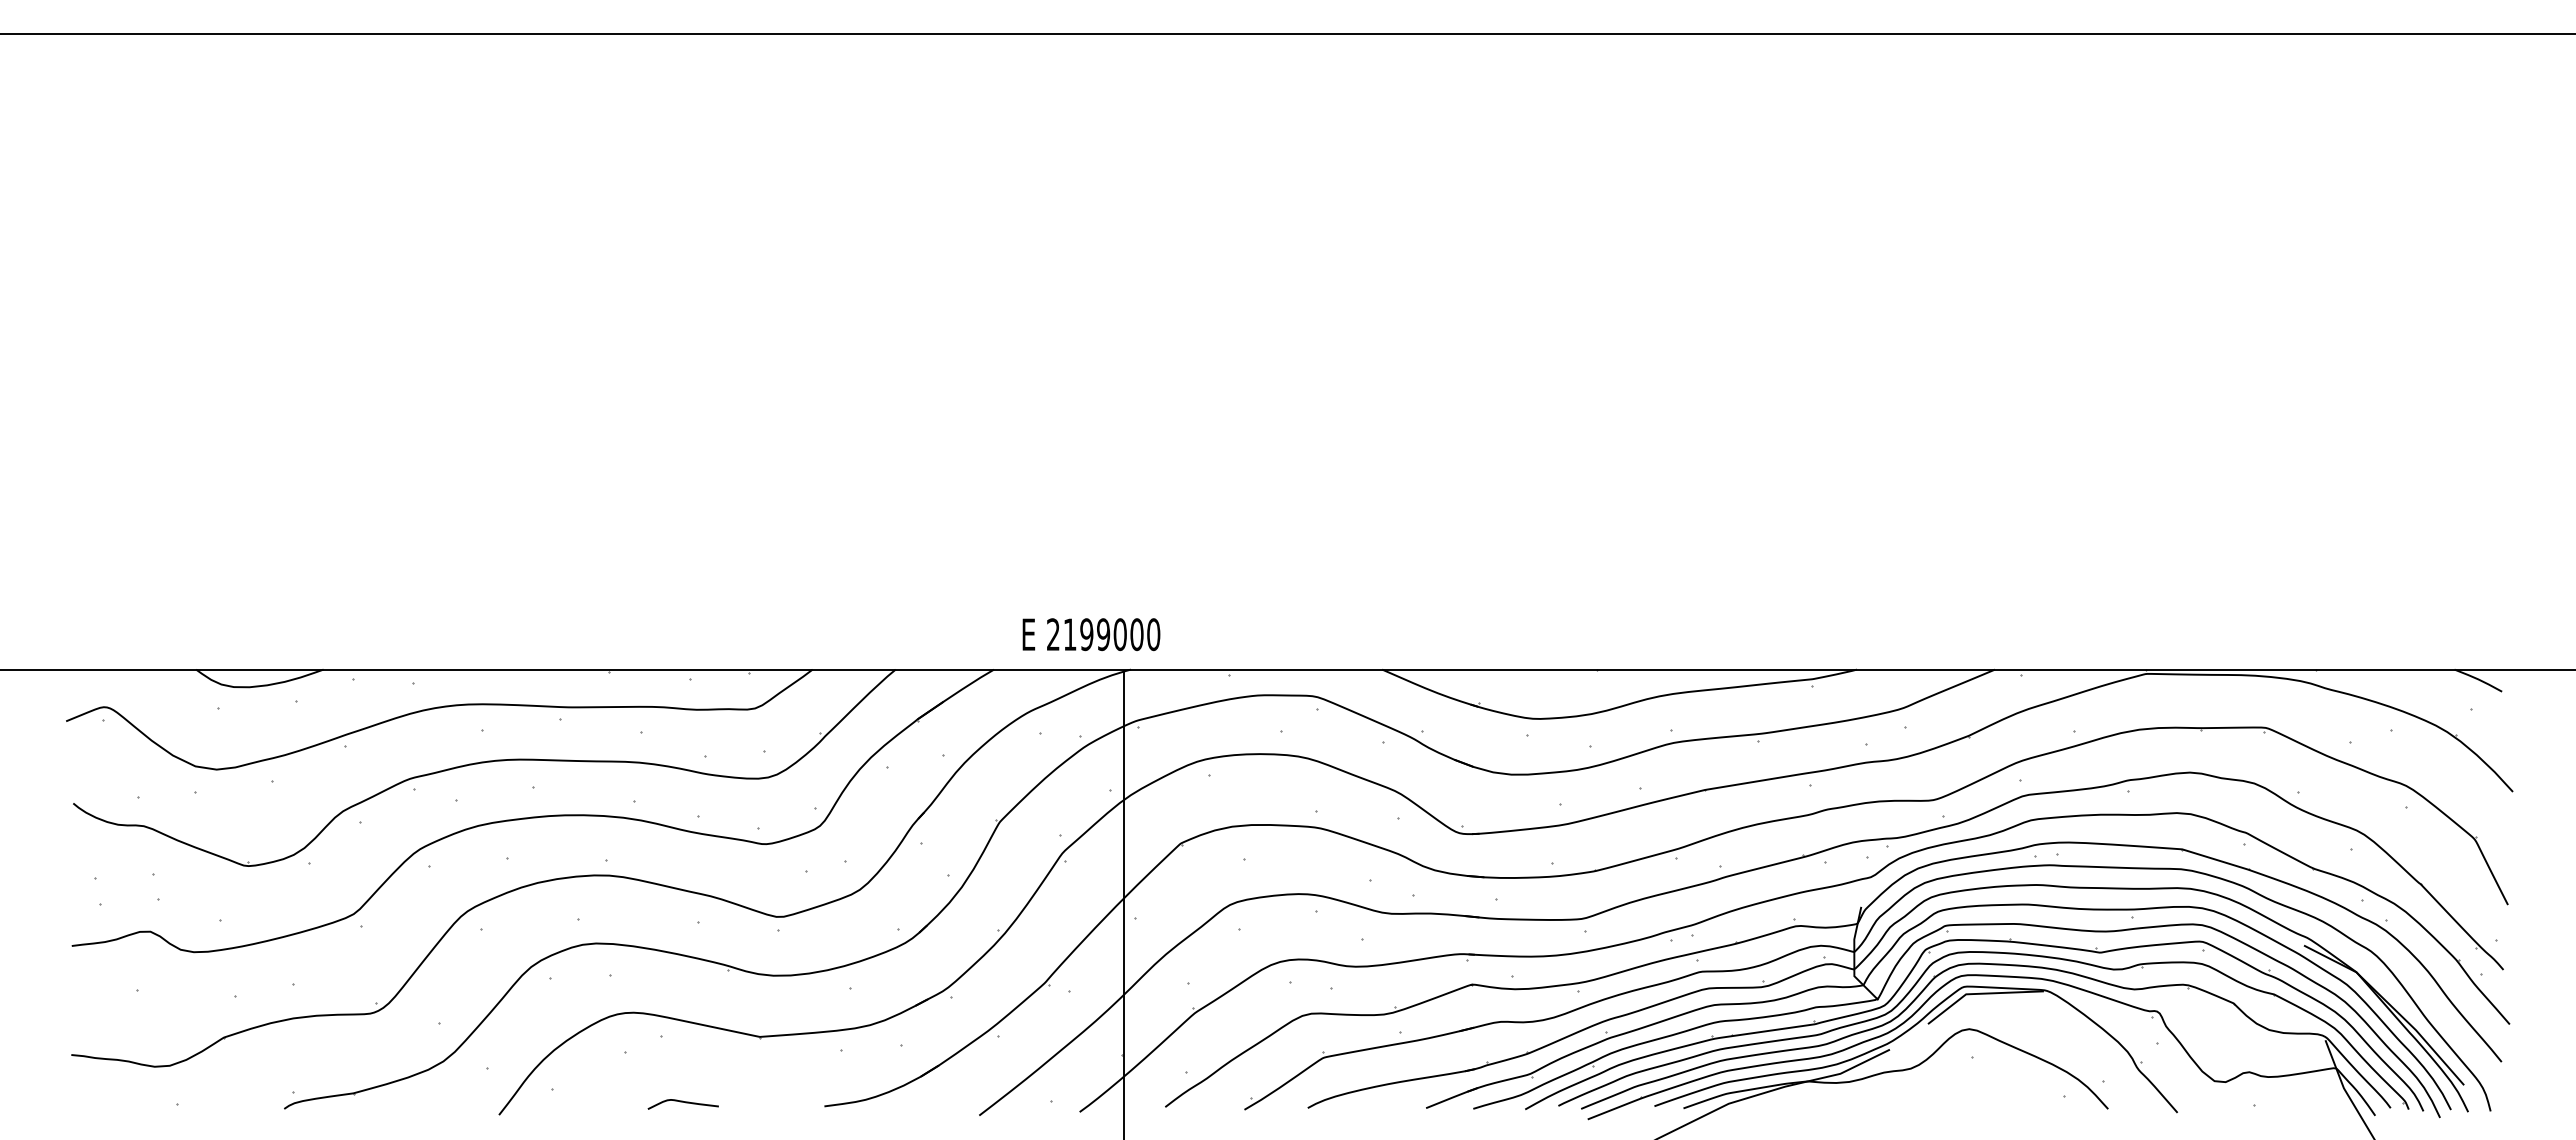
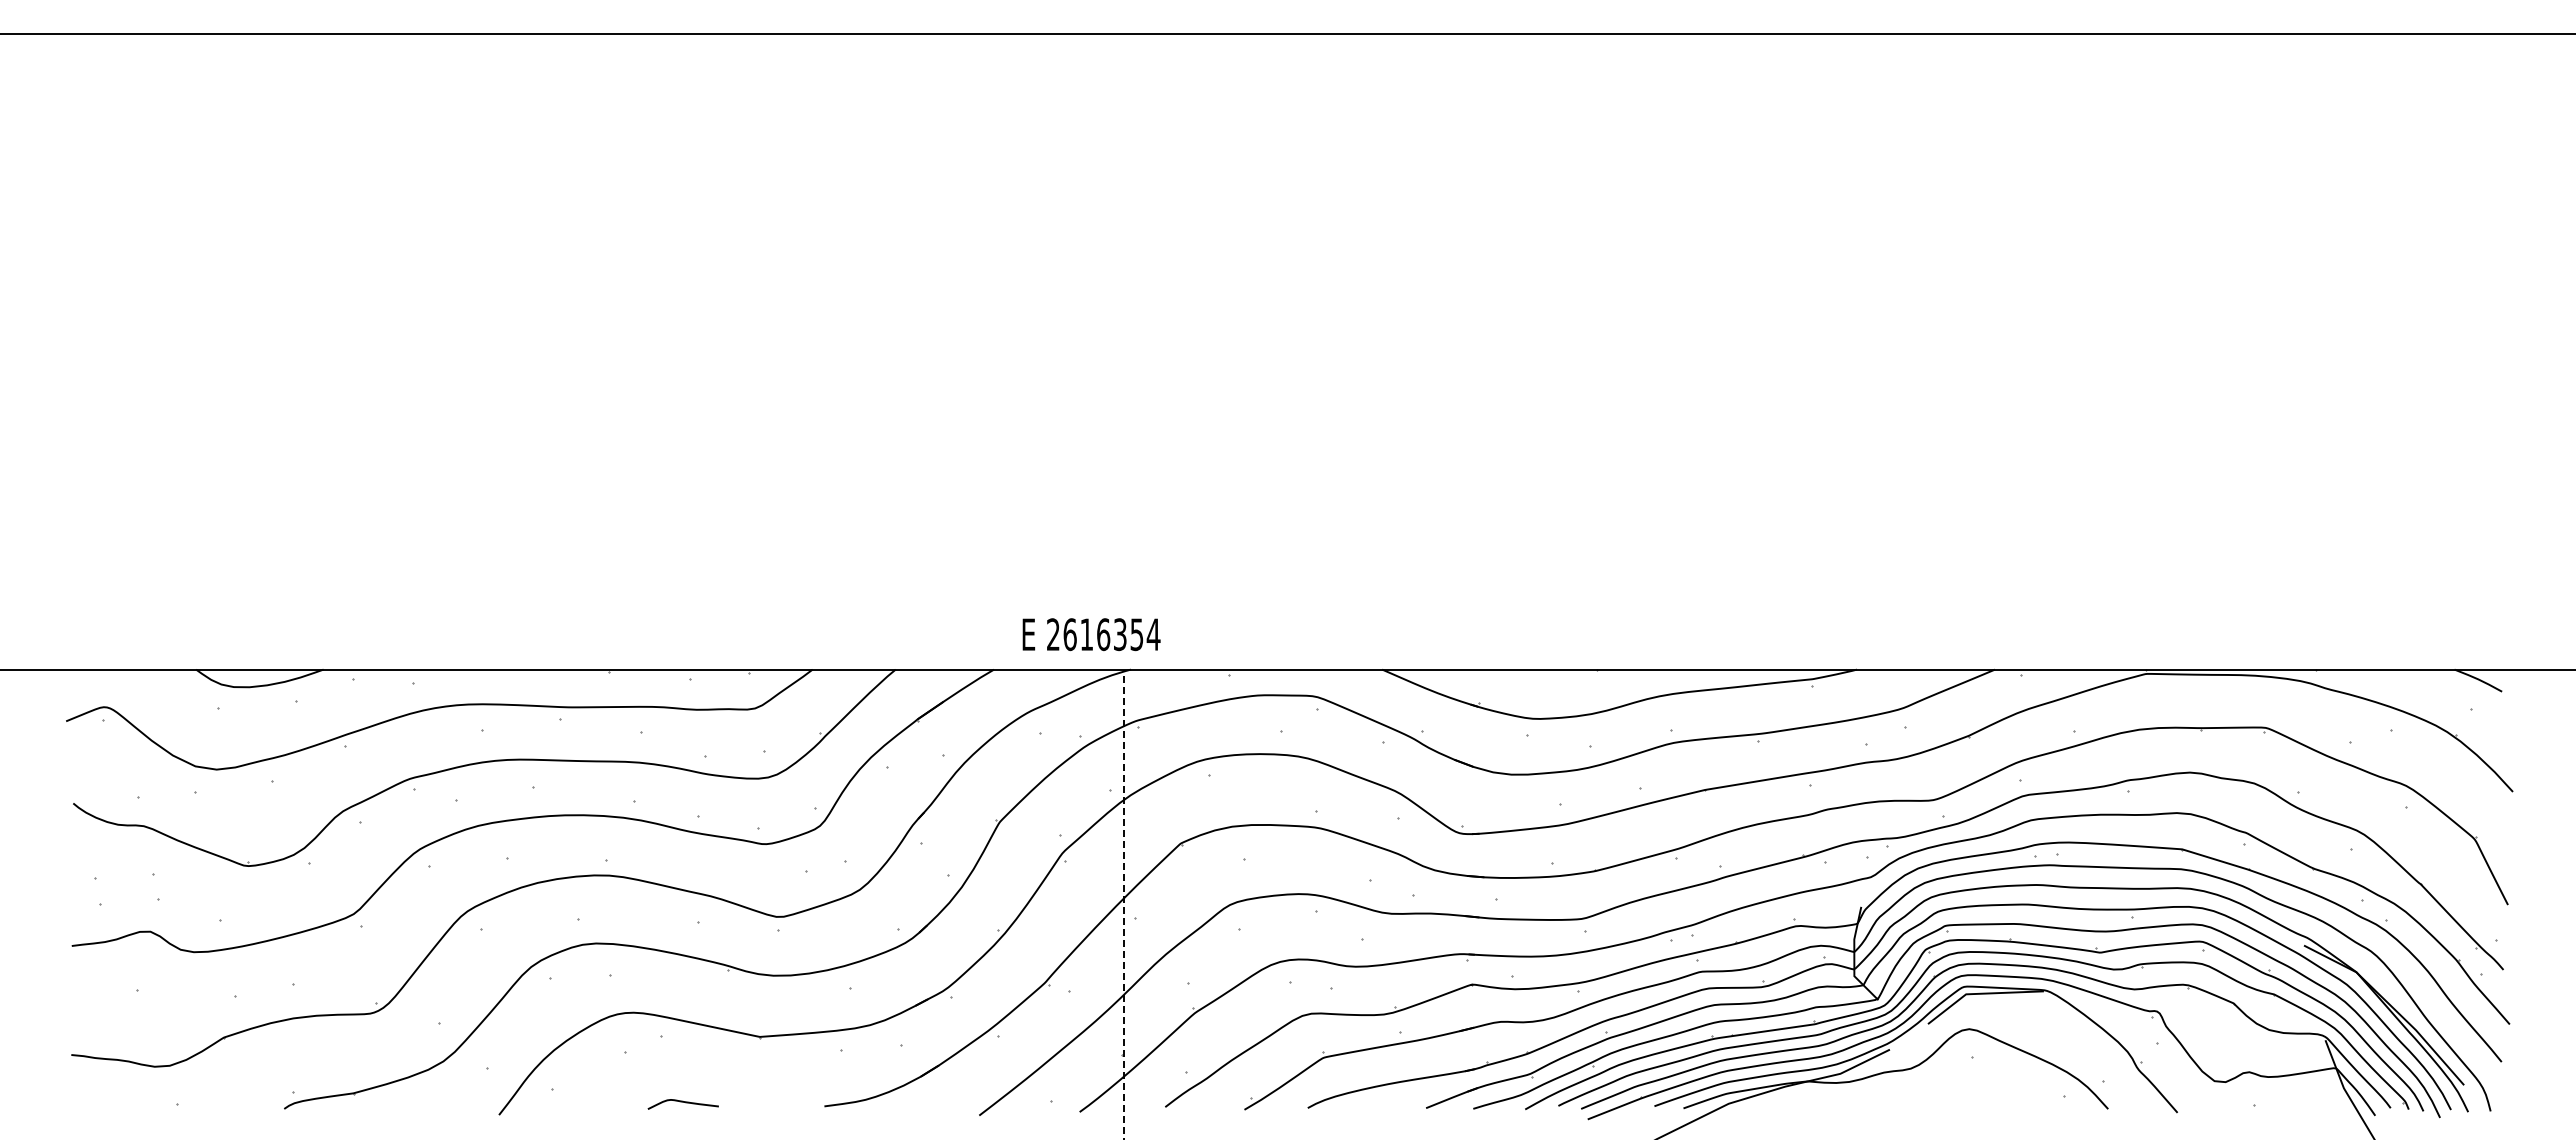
text at (1111, 634): 2199000 -> 2616354
line at (1124, 904): solid -> dashed
